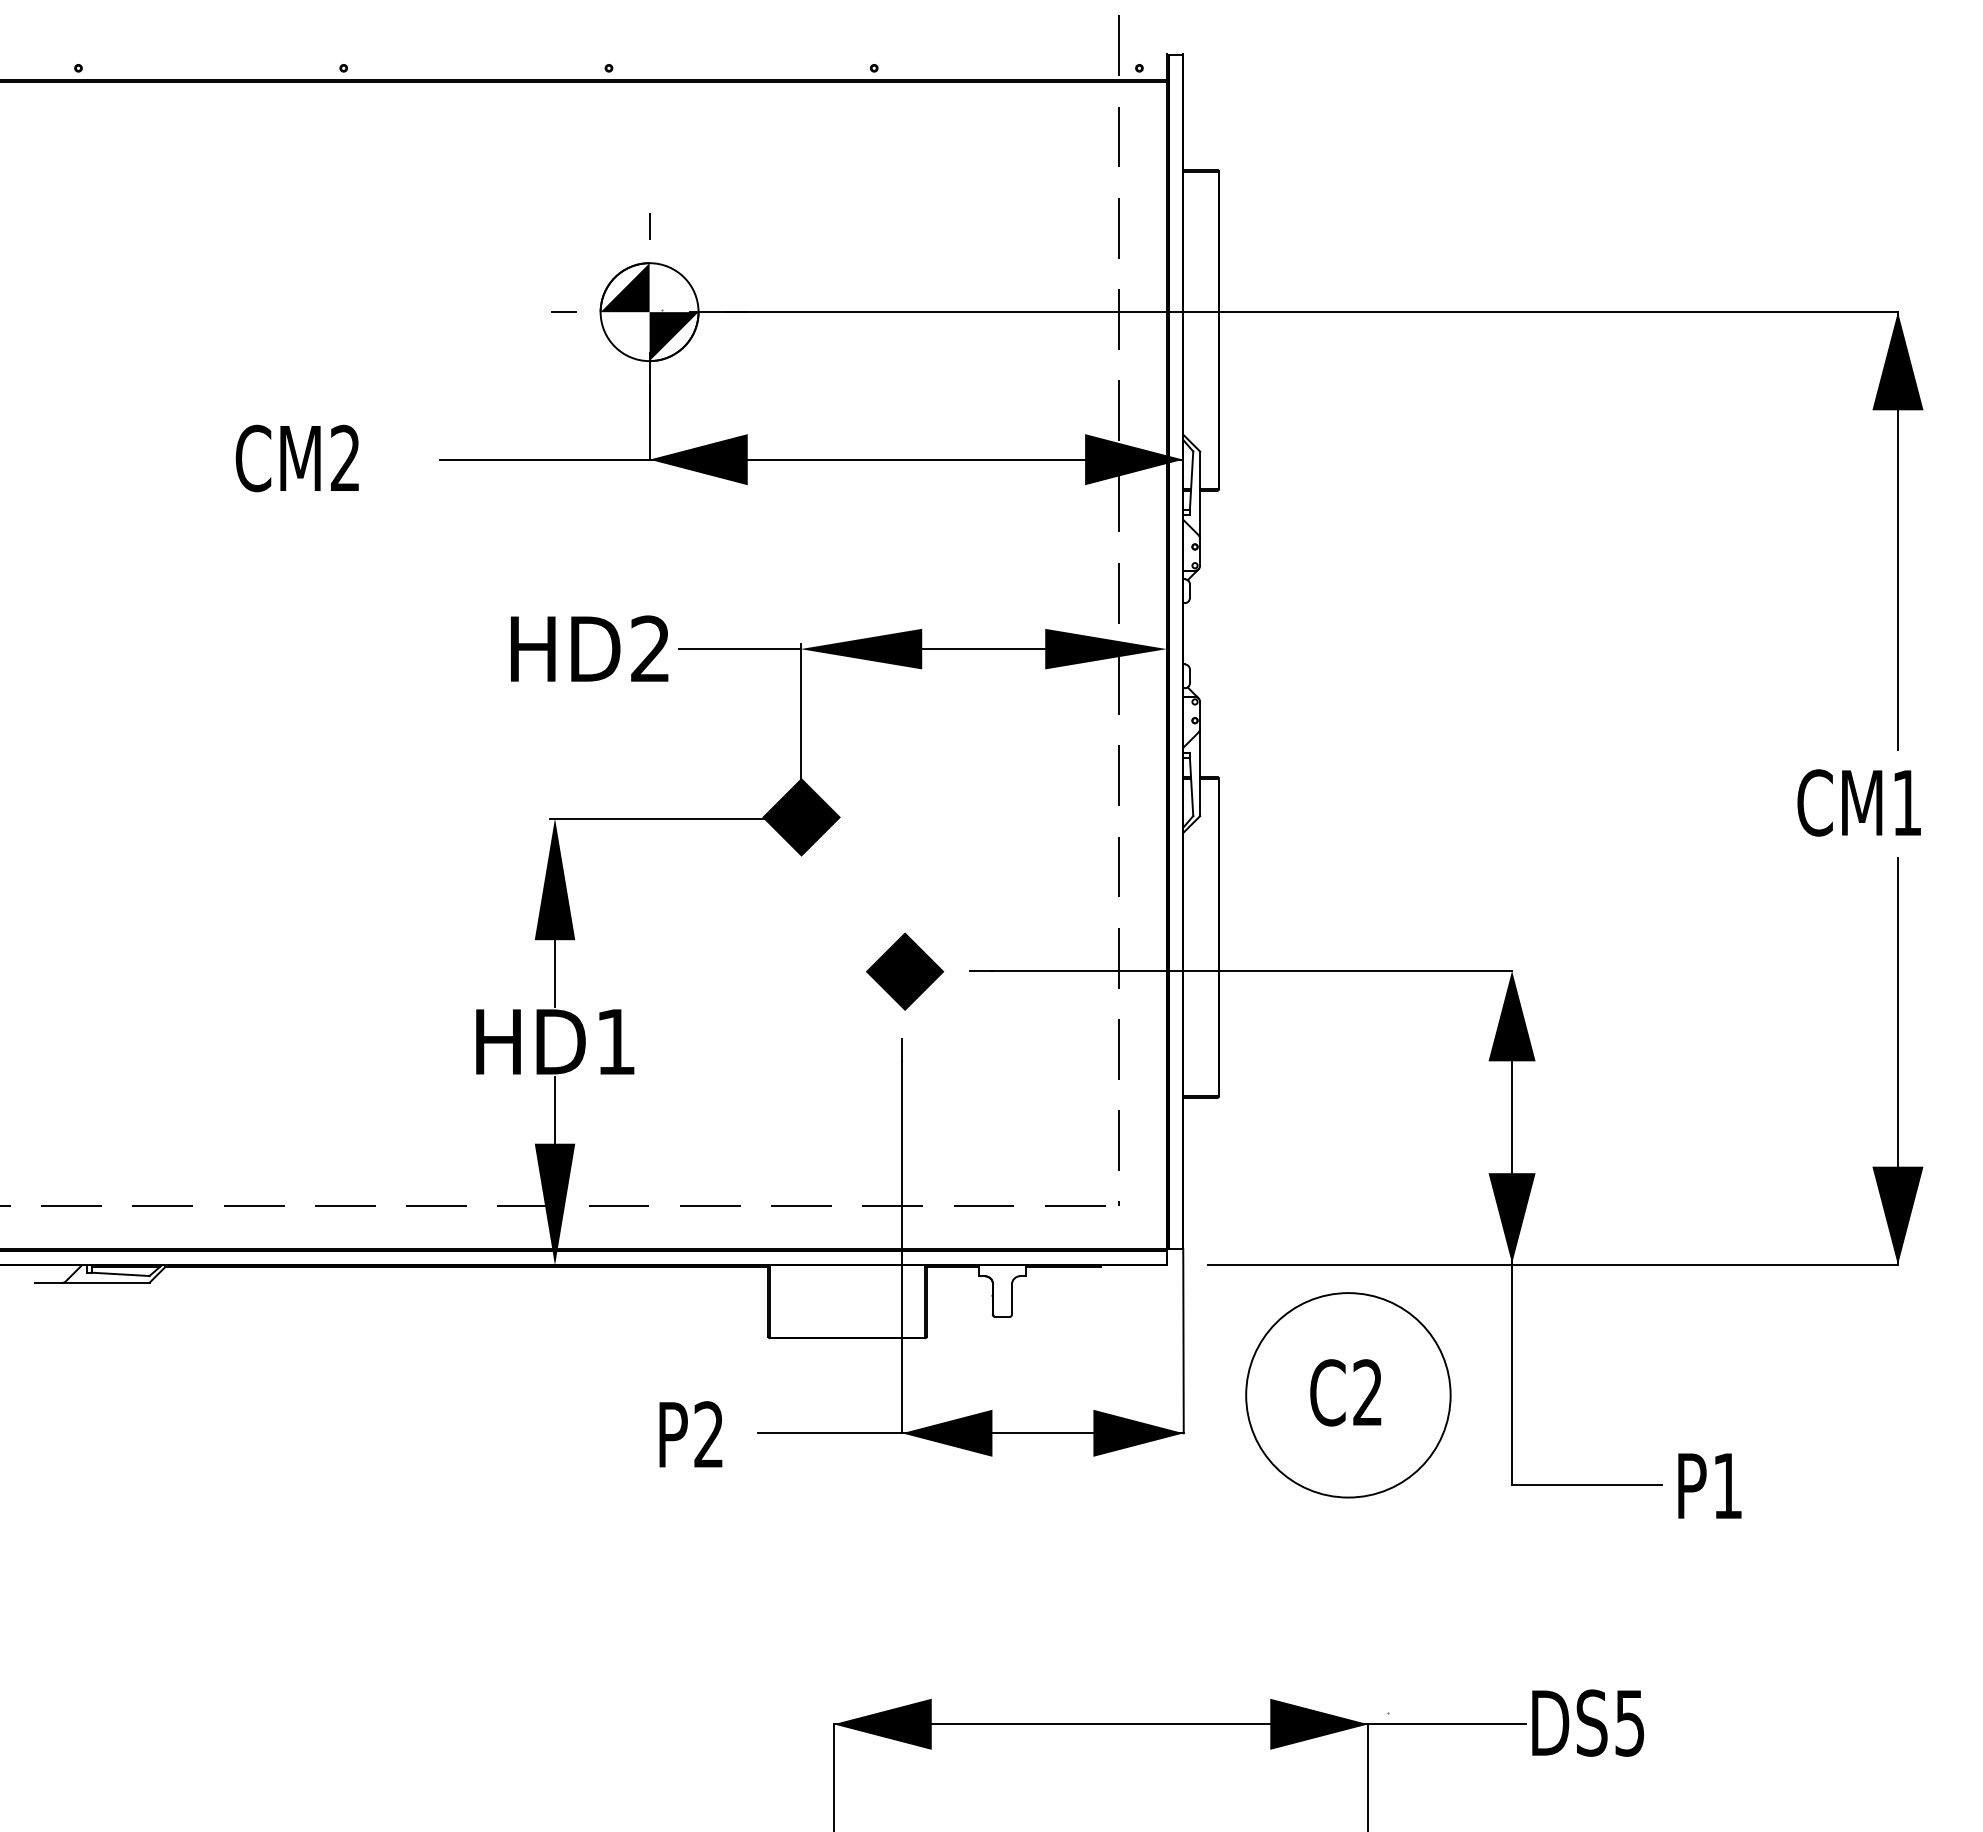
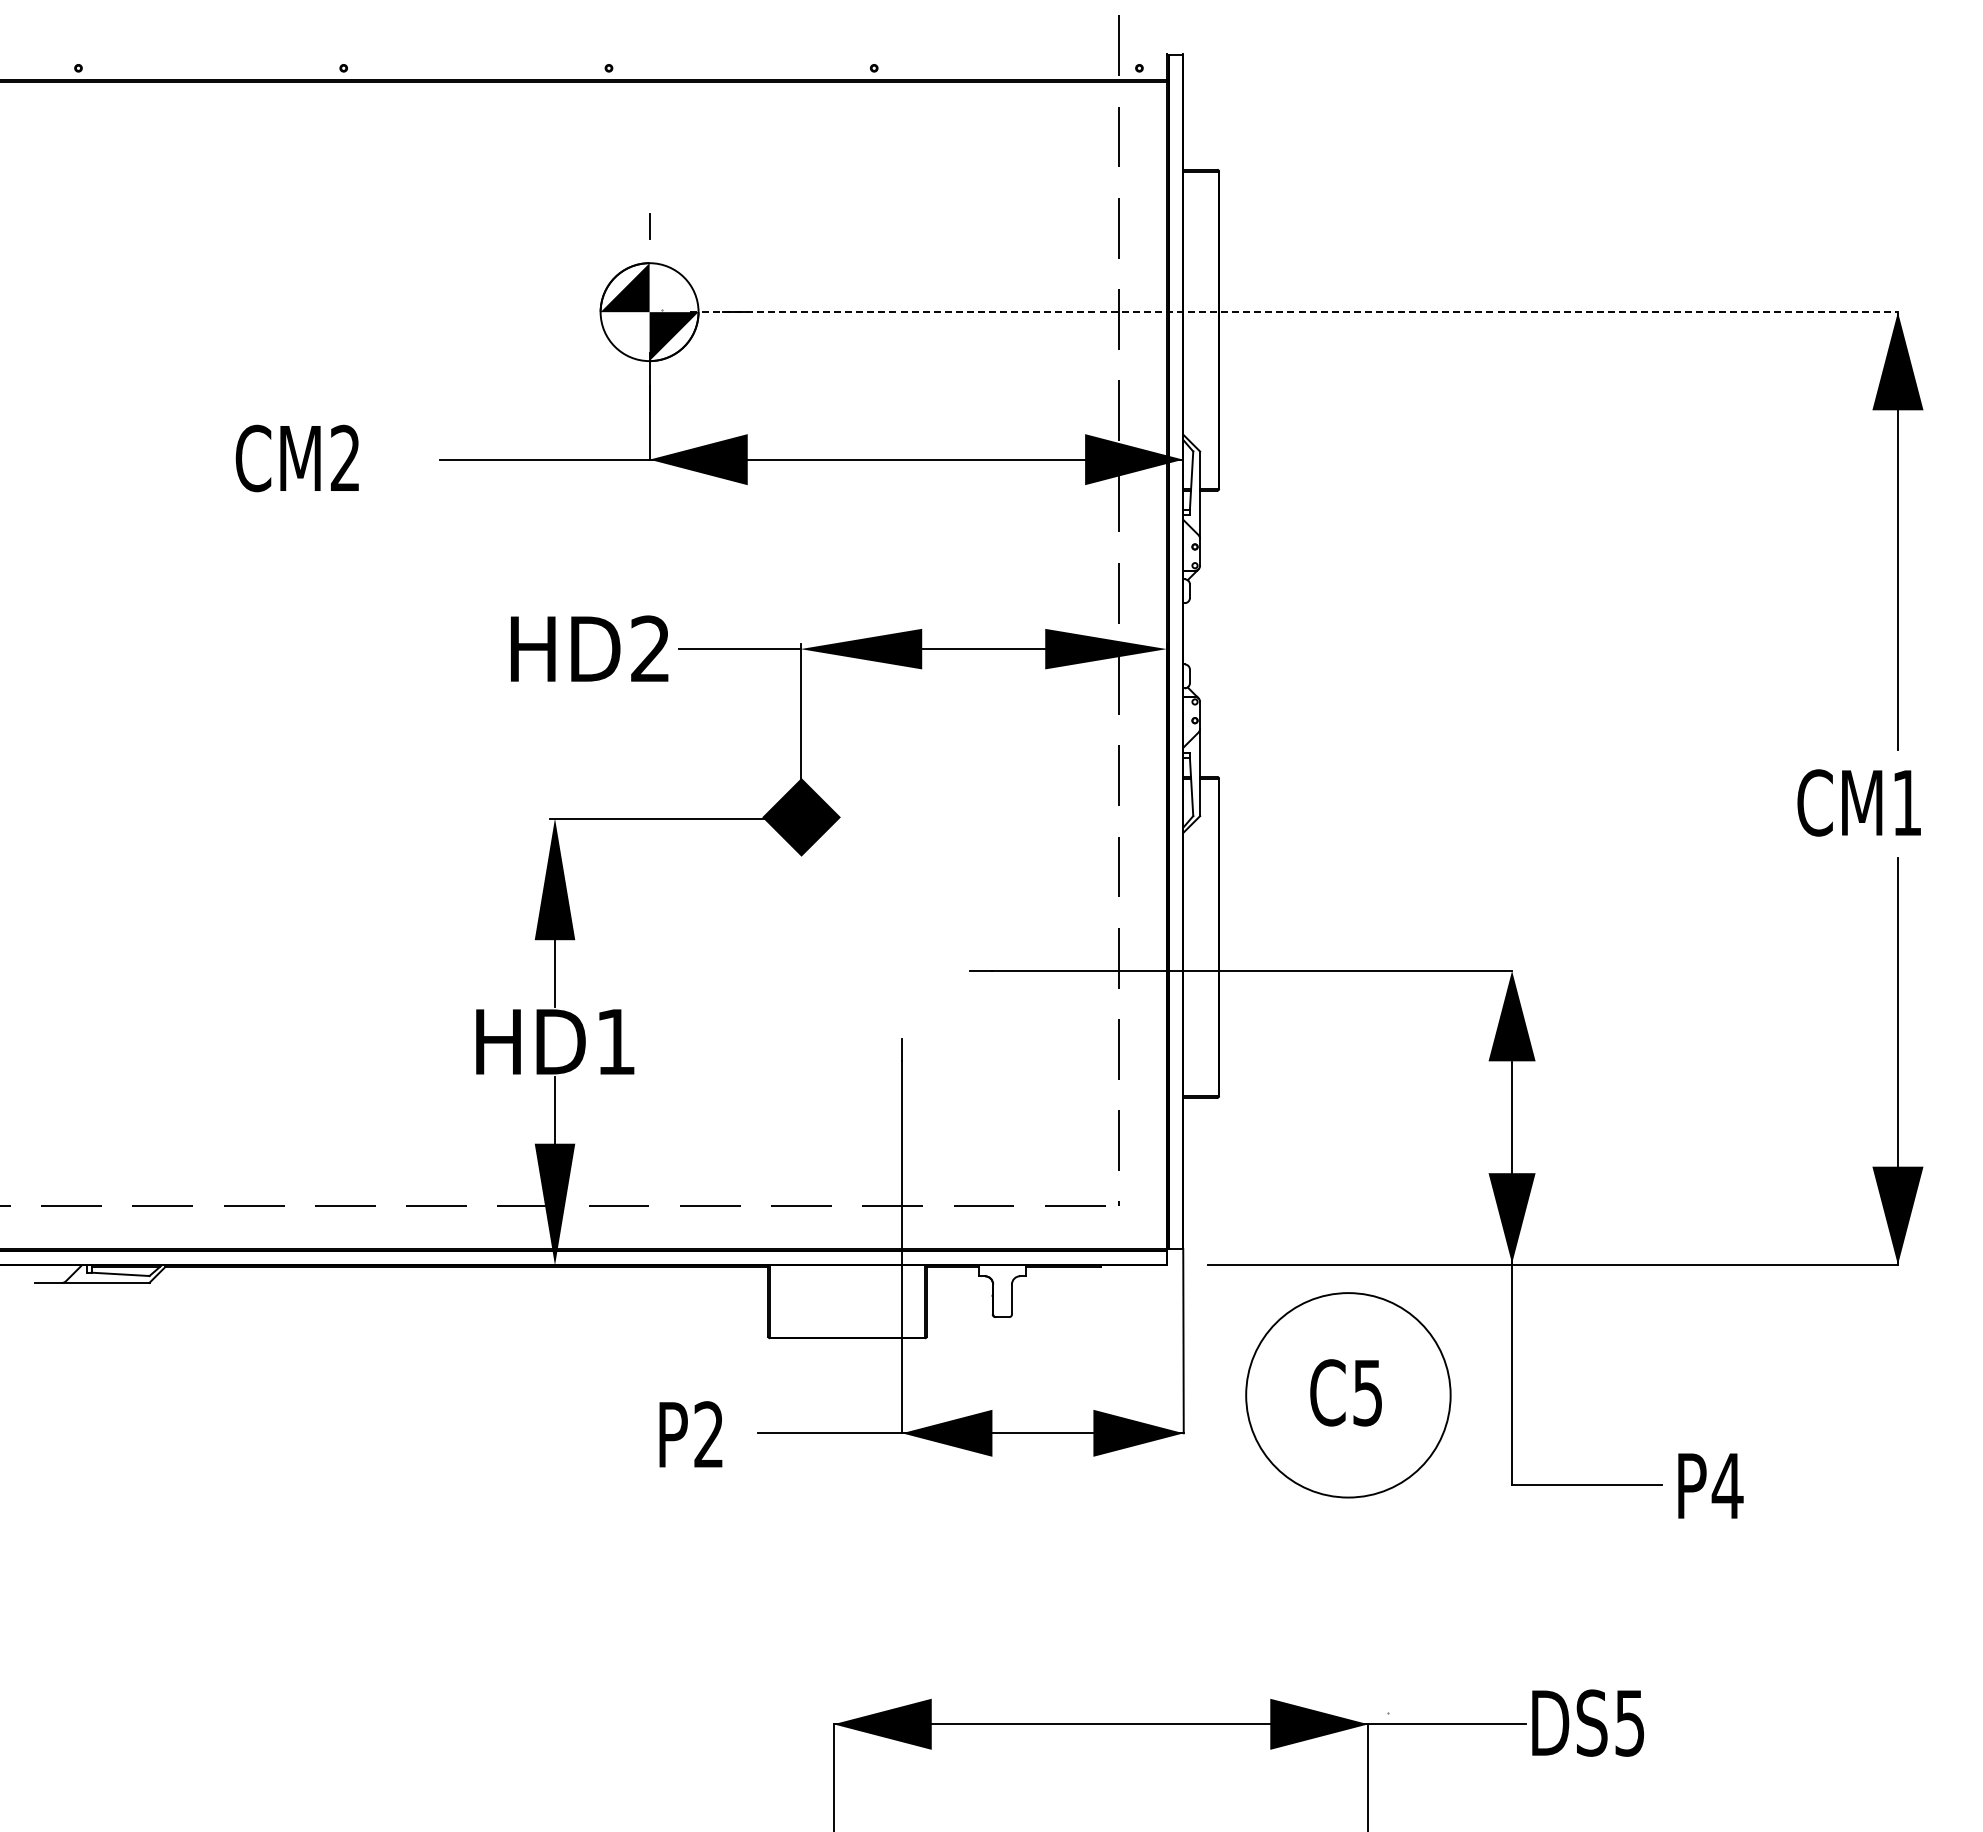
line at (563, 312): present -> none
line at (1294, 312): solid -> dashed
part at (905, 971): present -> none
text at (1367, 1392): C2 -> C5
text at (1727, 1485): P1 -> P4
